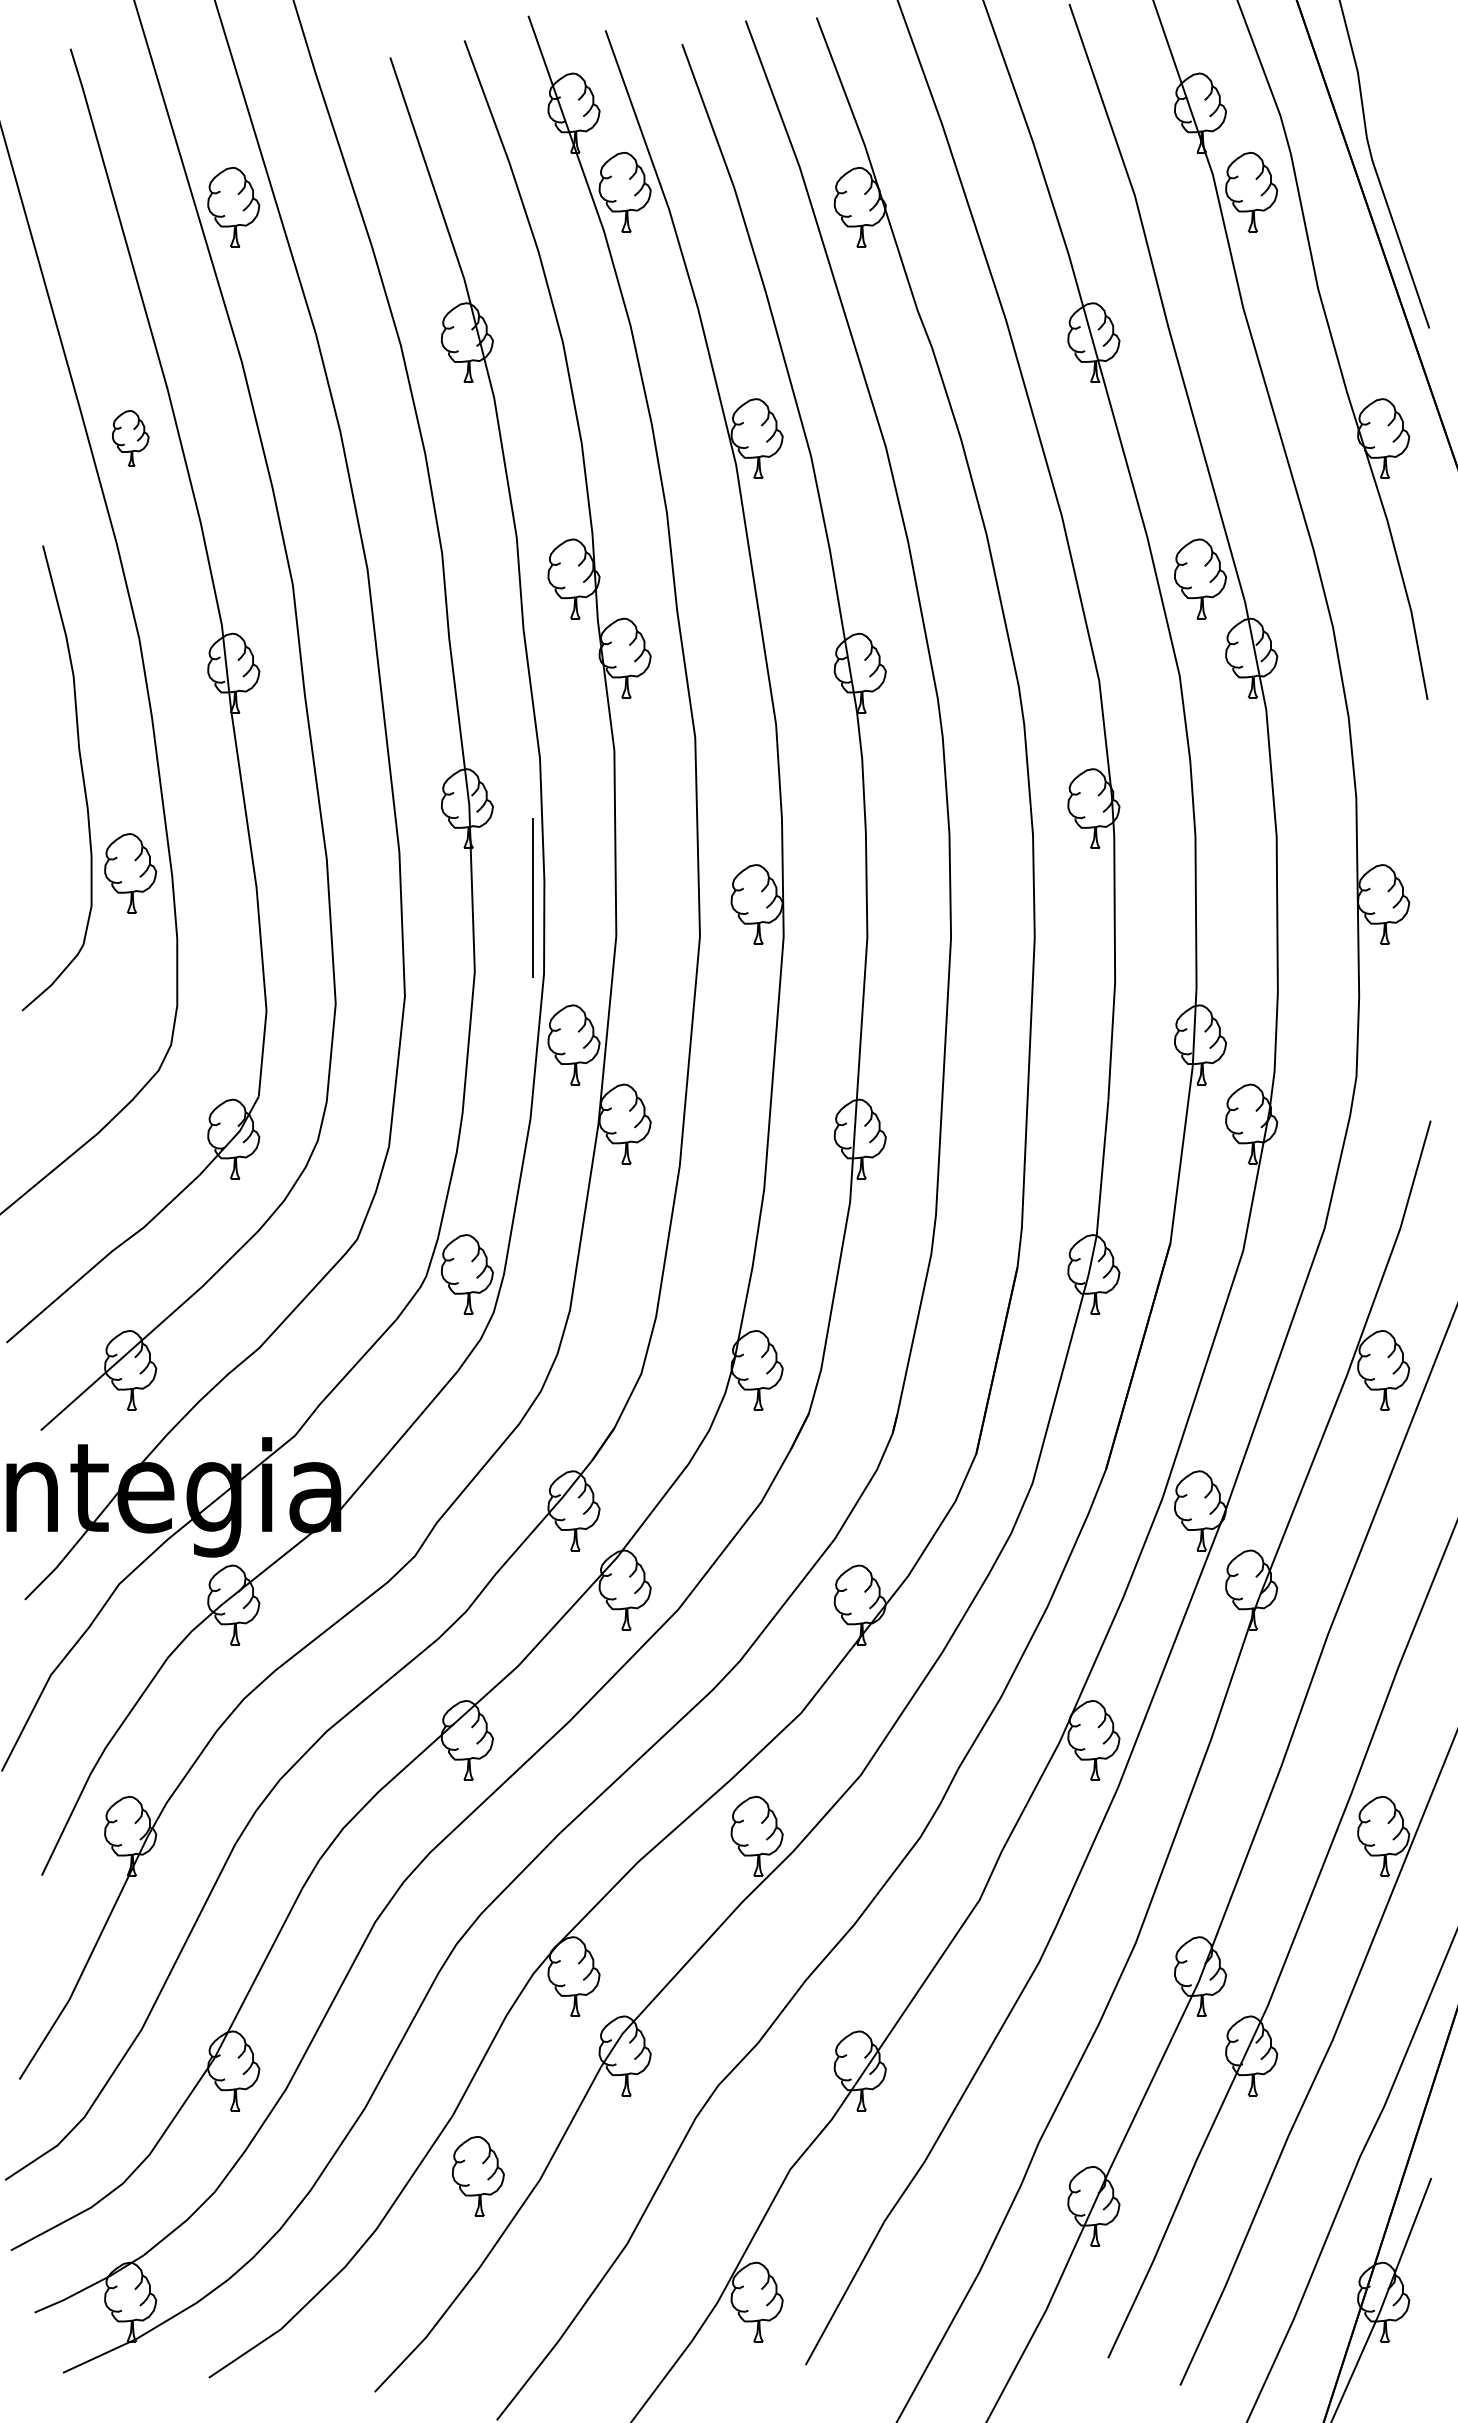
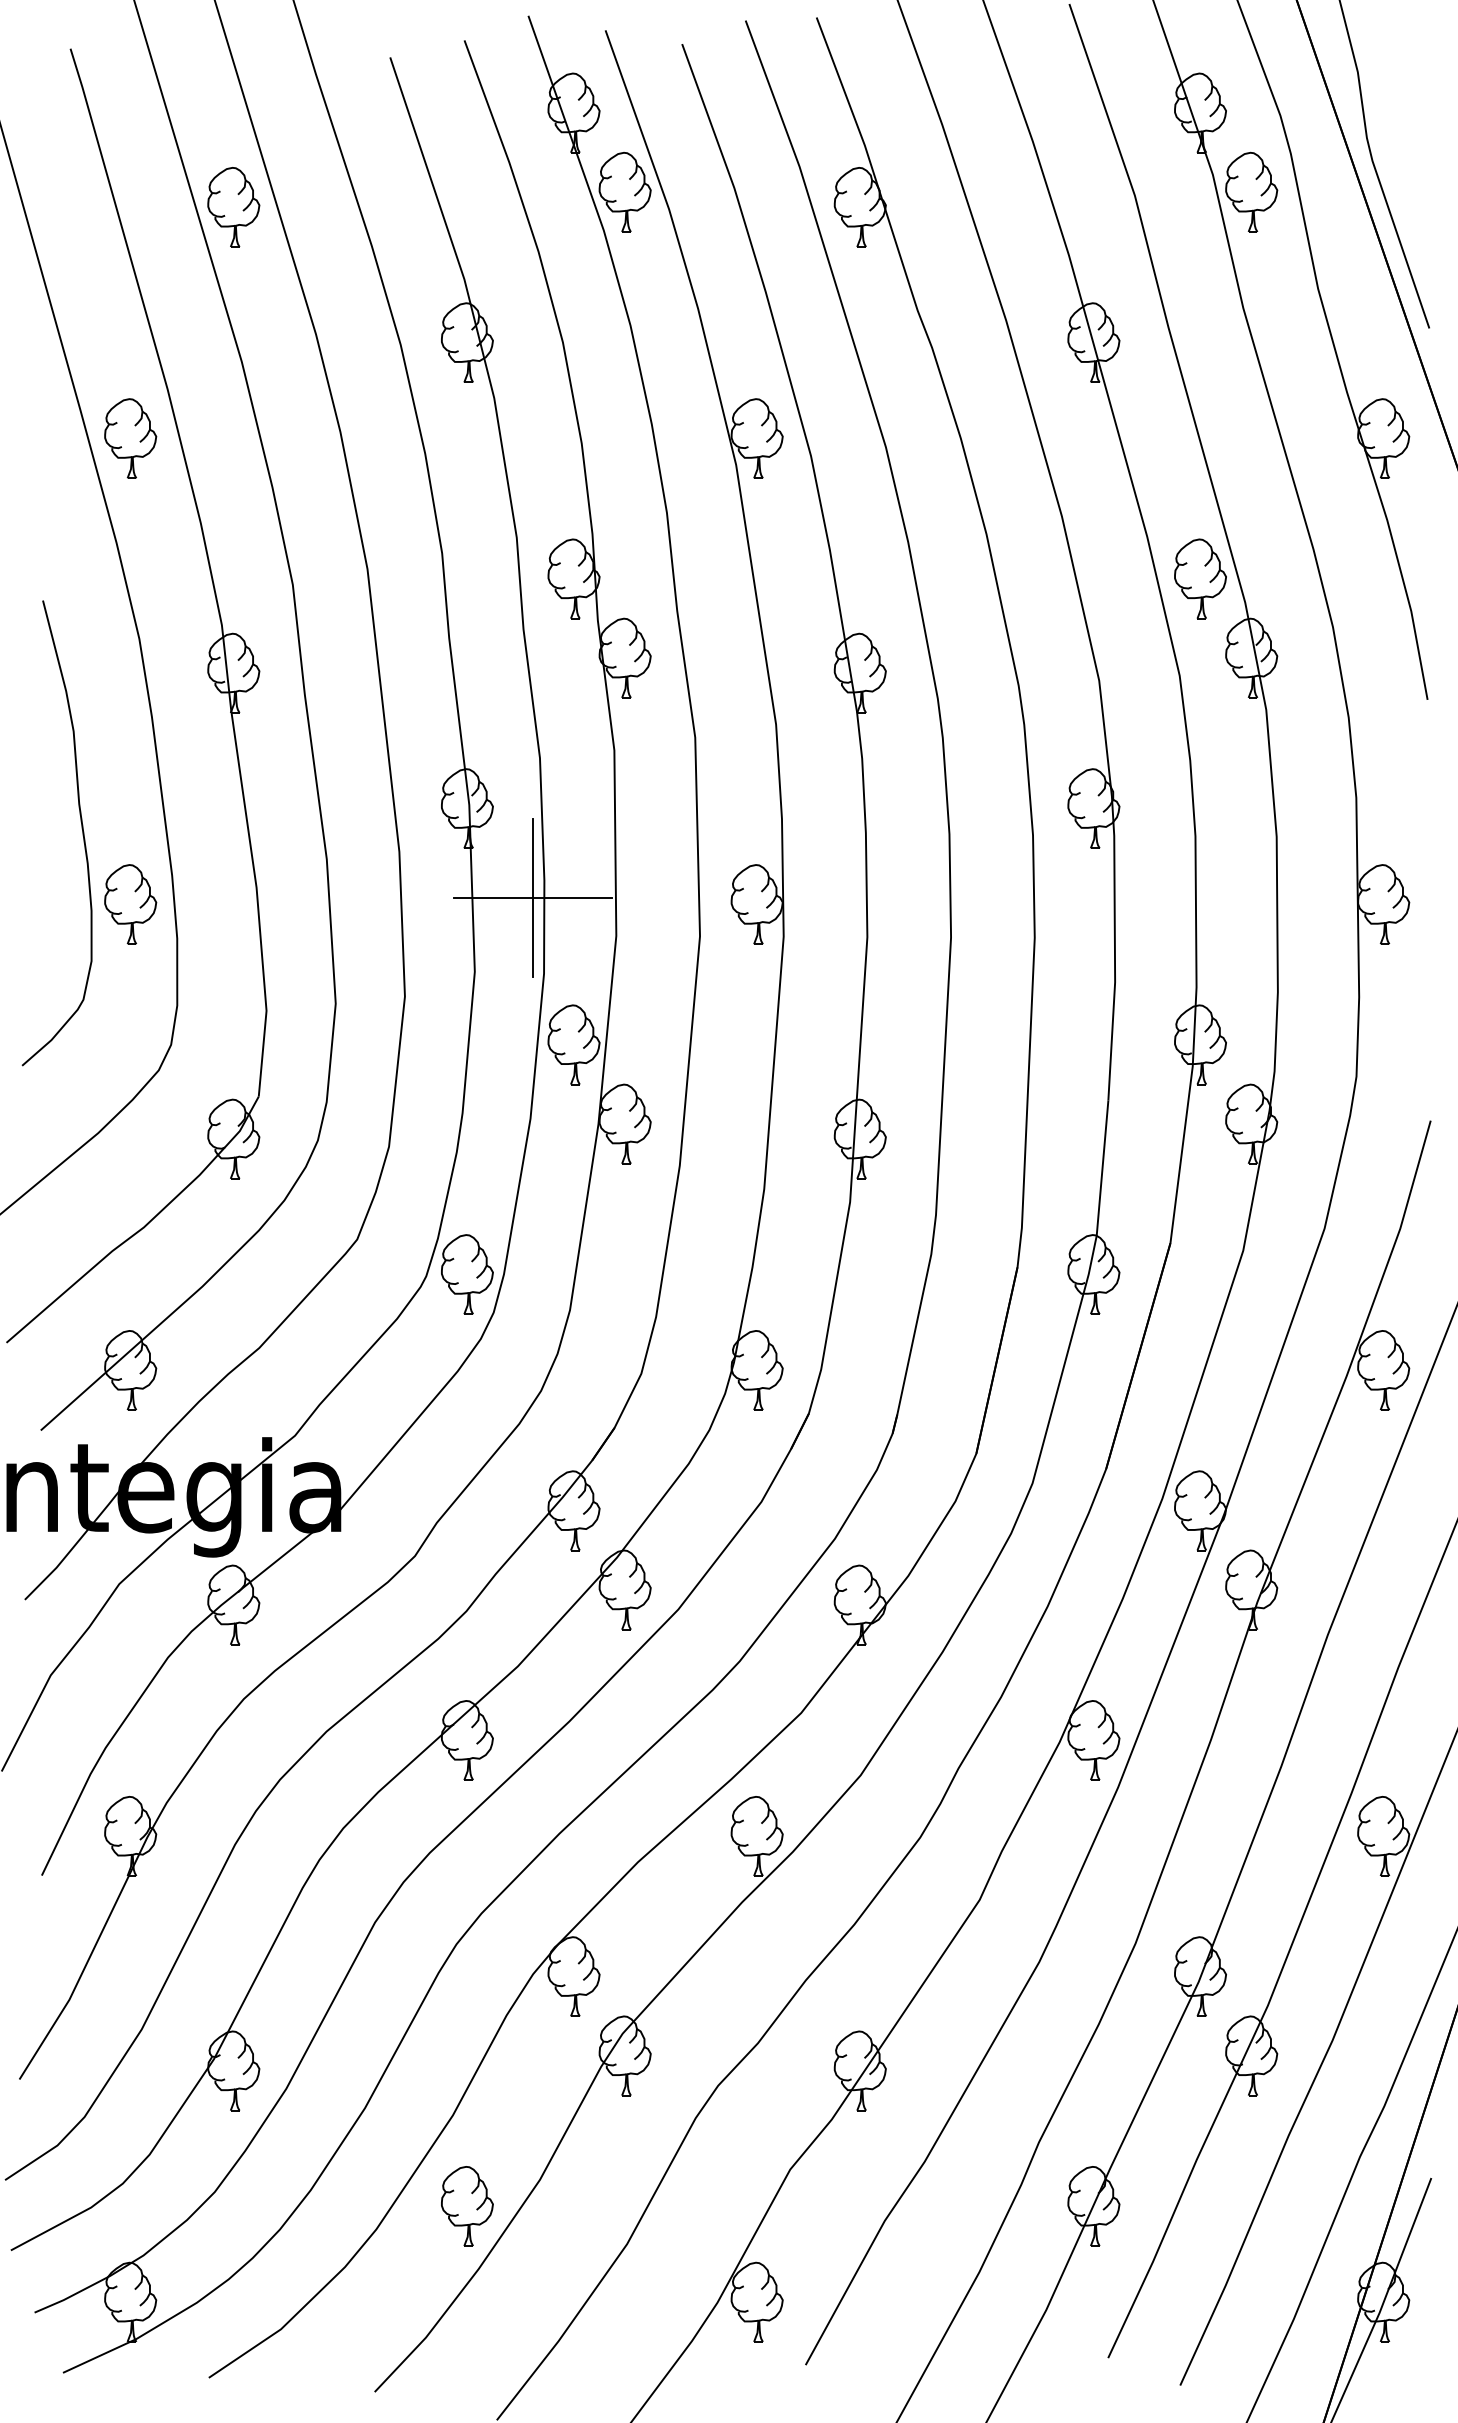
part at (130, 438) size: 38x57 px -> 54x81 px
curve at (81, 773) position: (81, 773) -> (81, 828)
part at (130, 873) position: (130, 873) -> (130, 904)
line at (533, 898): none -> present
part at (478, 2176) position: (478, 2176) -> (467, 2206)
